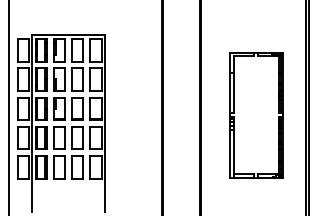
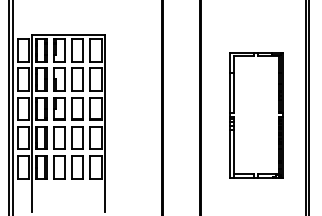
line at (12, 107): none -> present
